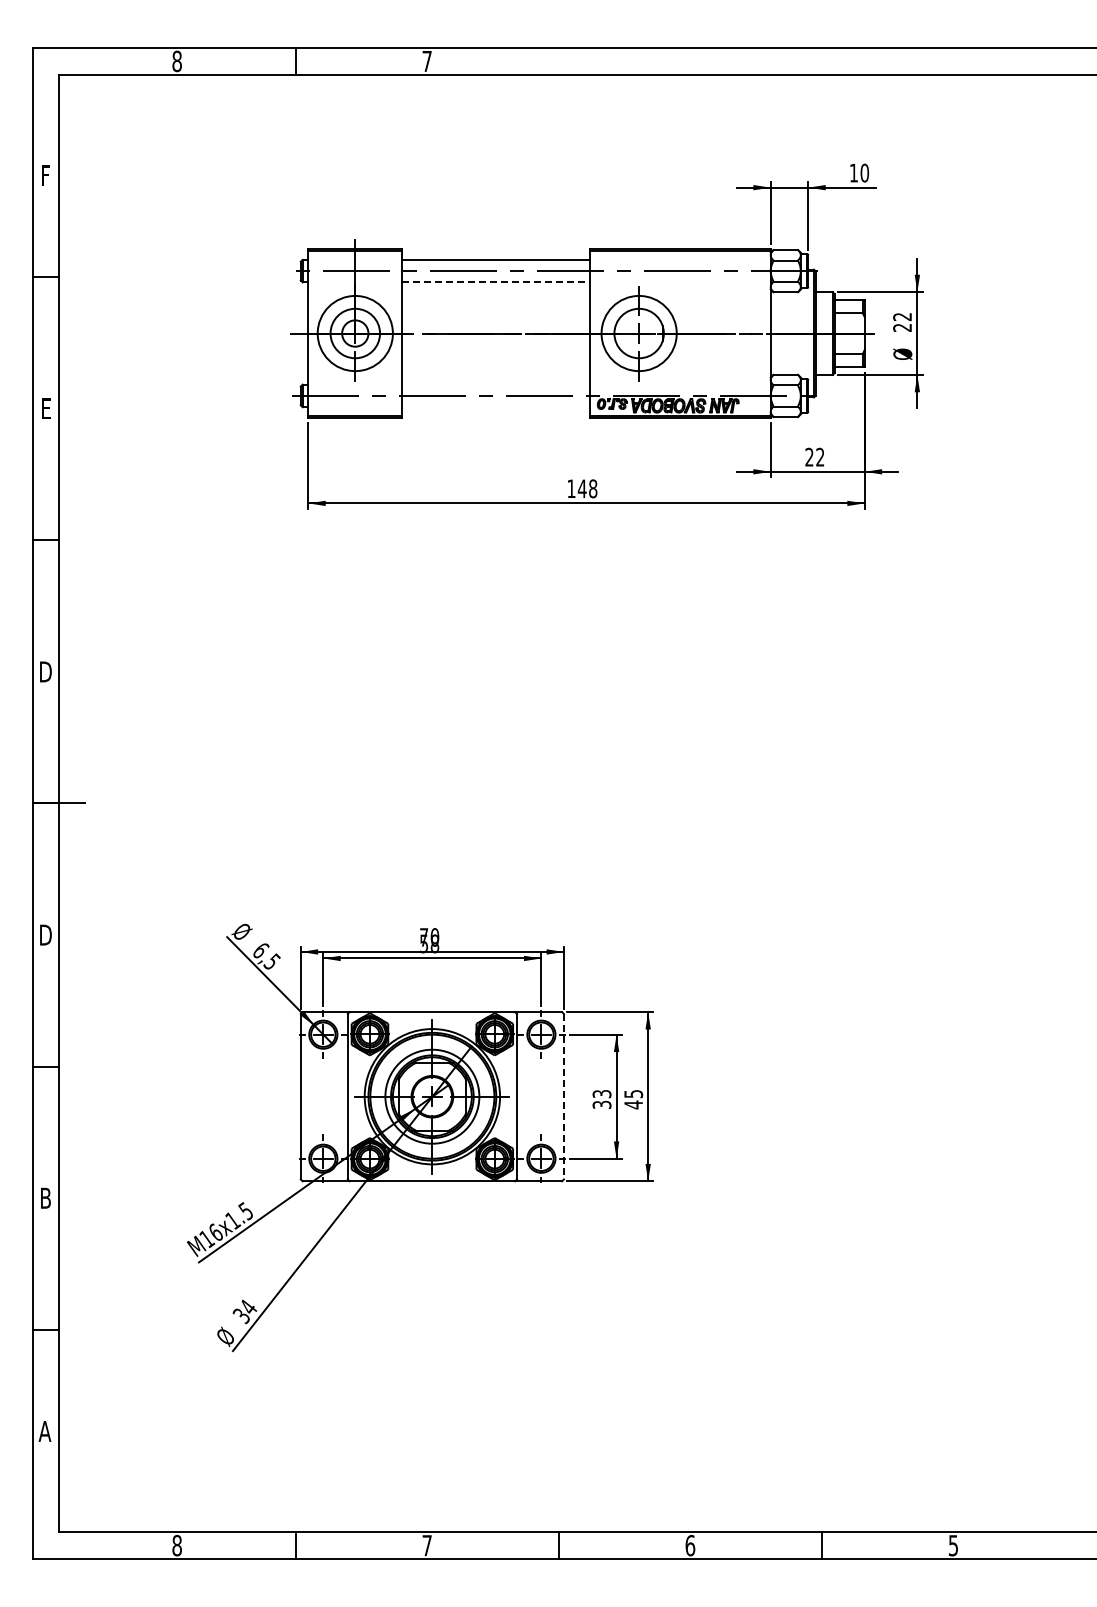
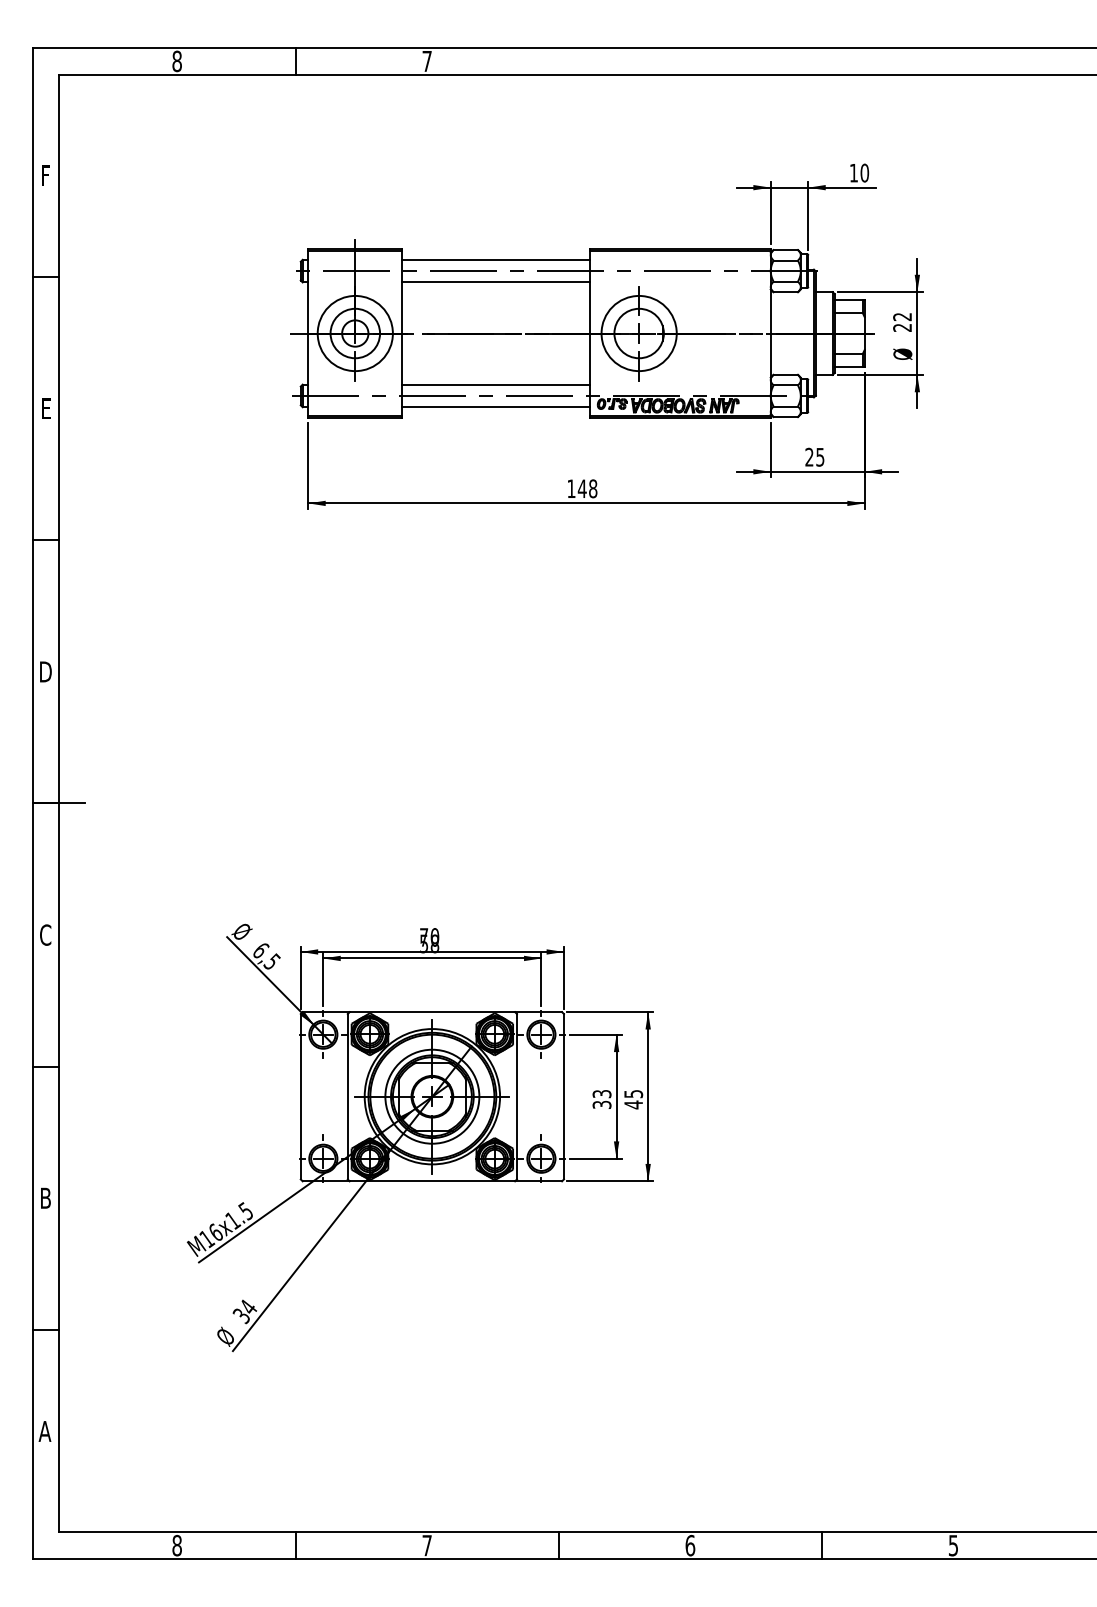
line at (496, 282): dashed -> solid
line at (496, 384): none -> present
line at (496, 407): none -> present
text at (820, 456): 22 -> 25
text at (45, 934): D -> C
line at (563, 1096): dashed -> solid
